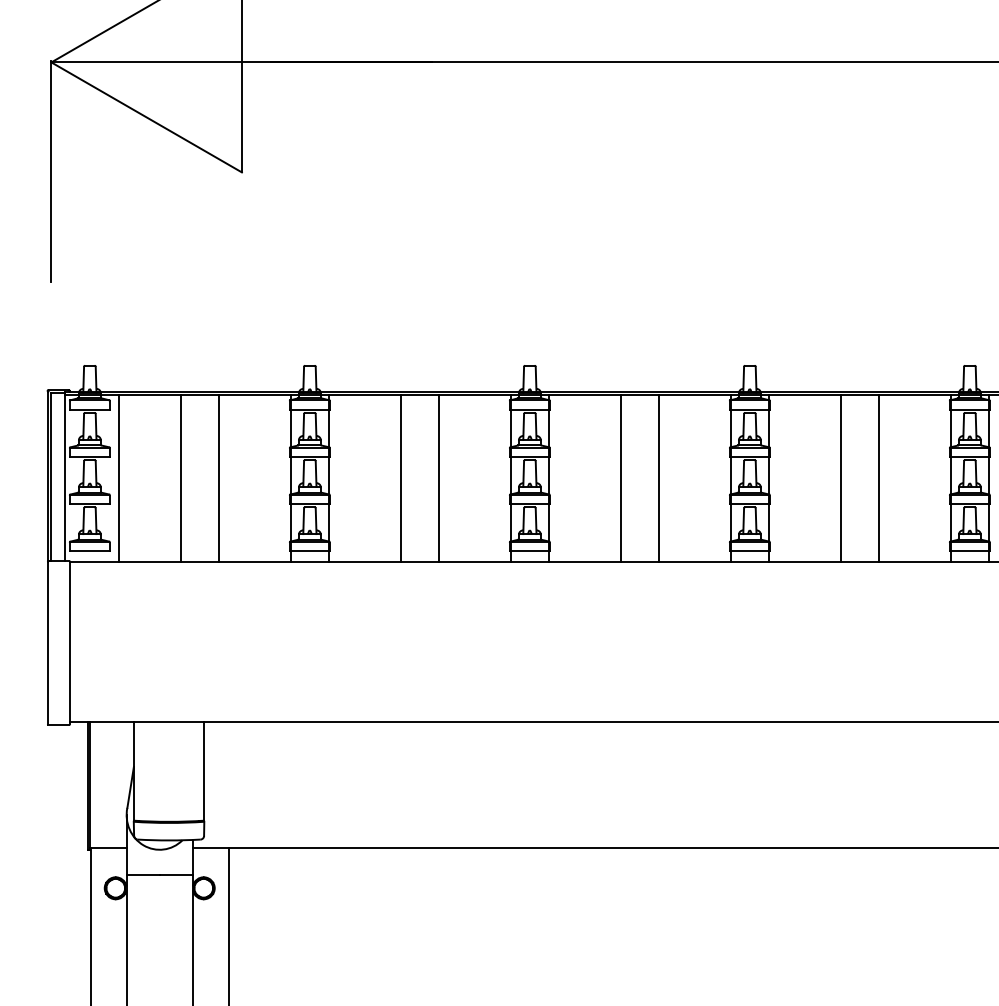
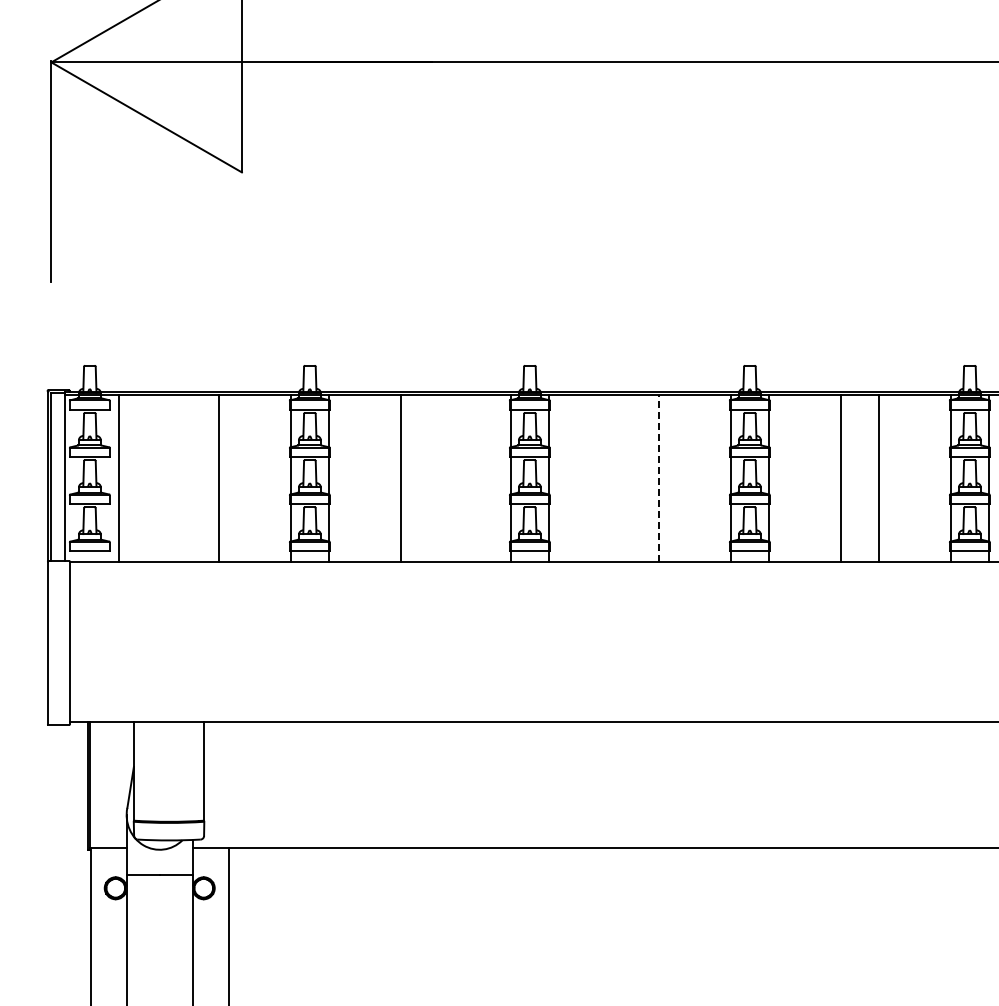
line at (180, 478): present -> none
line at (439, 478): present -> none
line at (620, 478): present -> none
line at (659, 478): solid -> dashed
